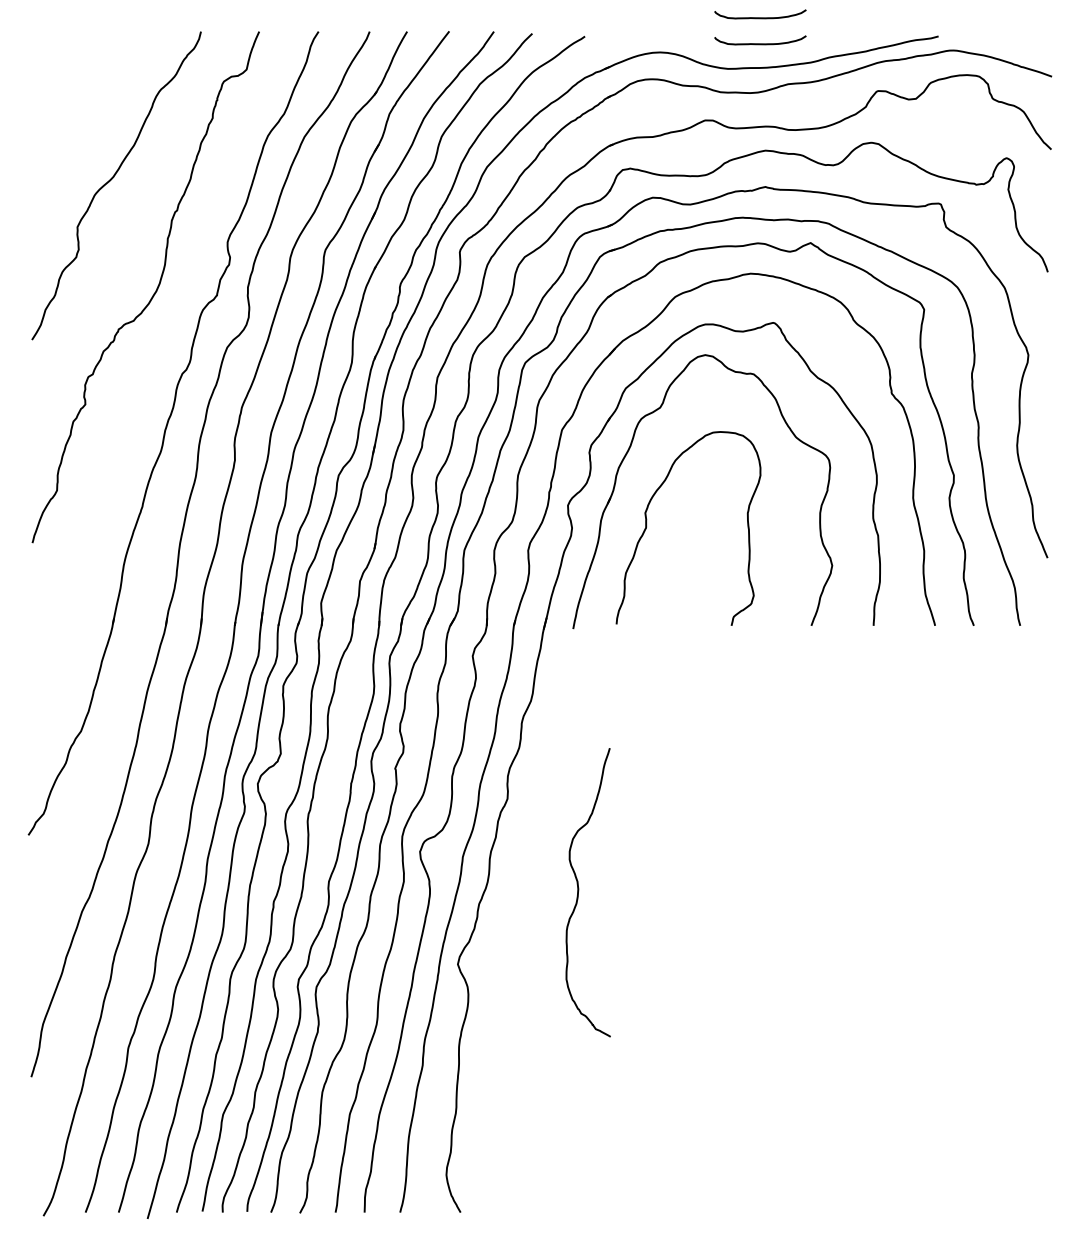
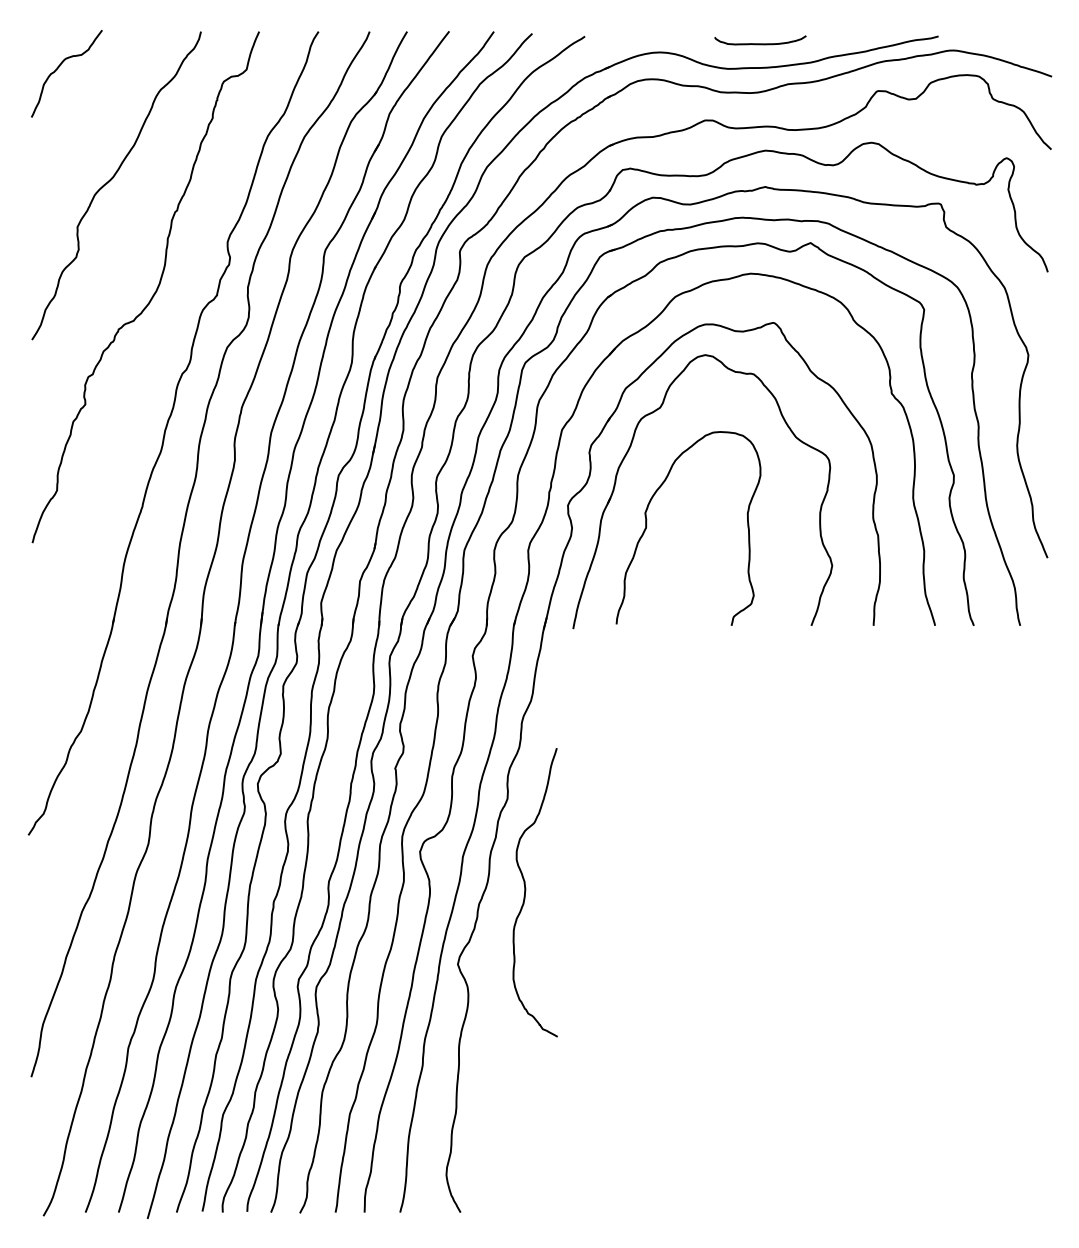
curve at (760, 17): present -> none
curve at (60, 66): none -> present
curve at (579, 890) position: (579, 890) -> (526, 890)
